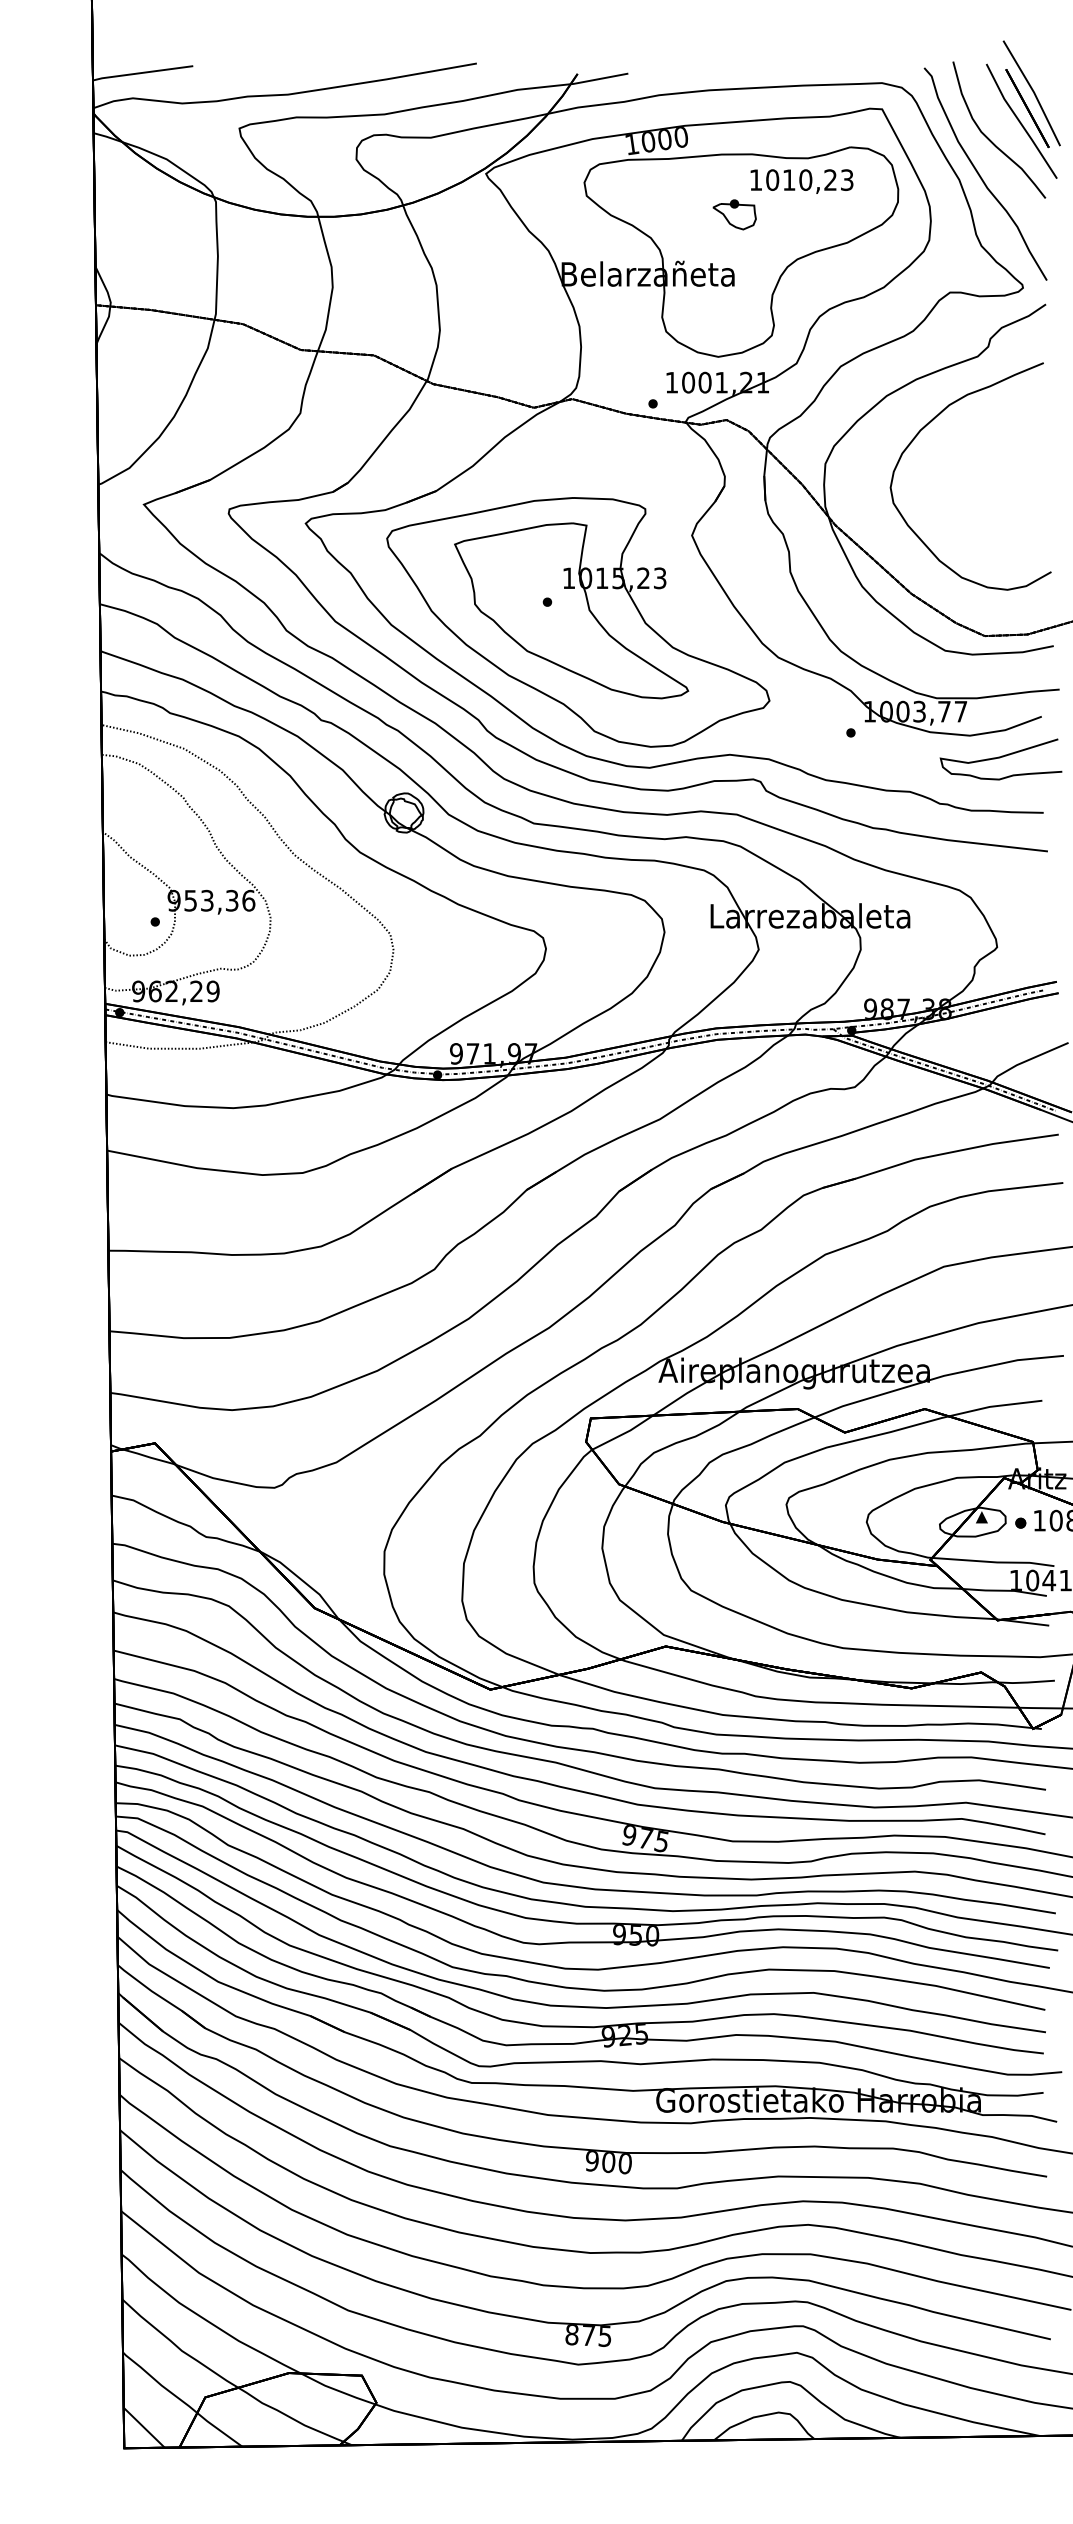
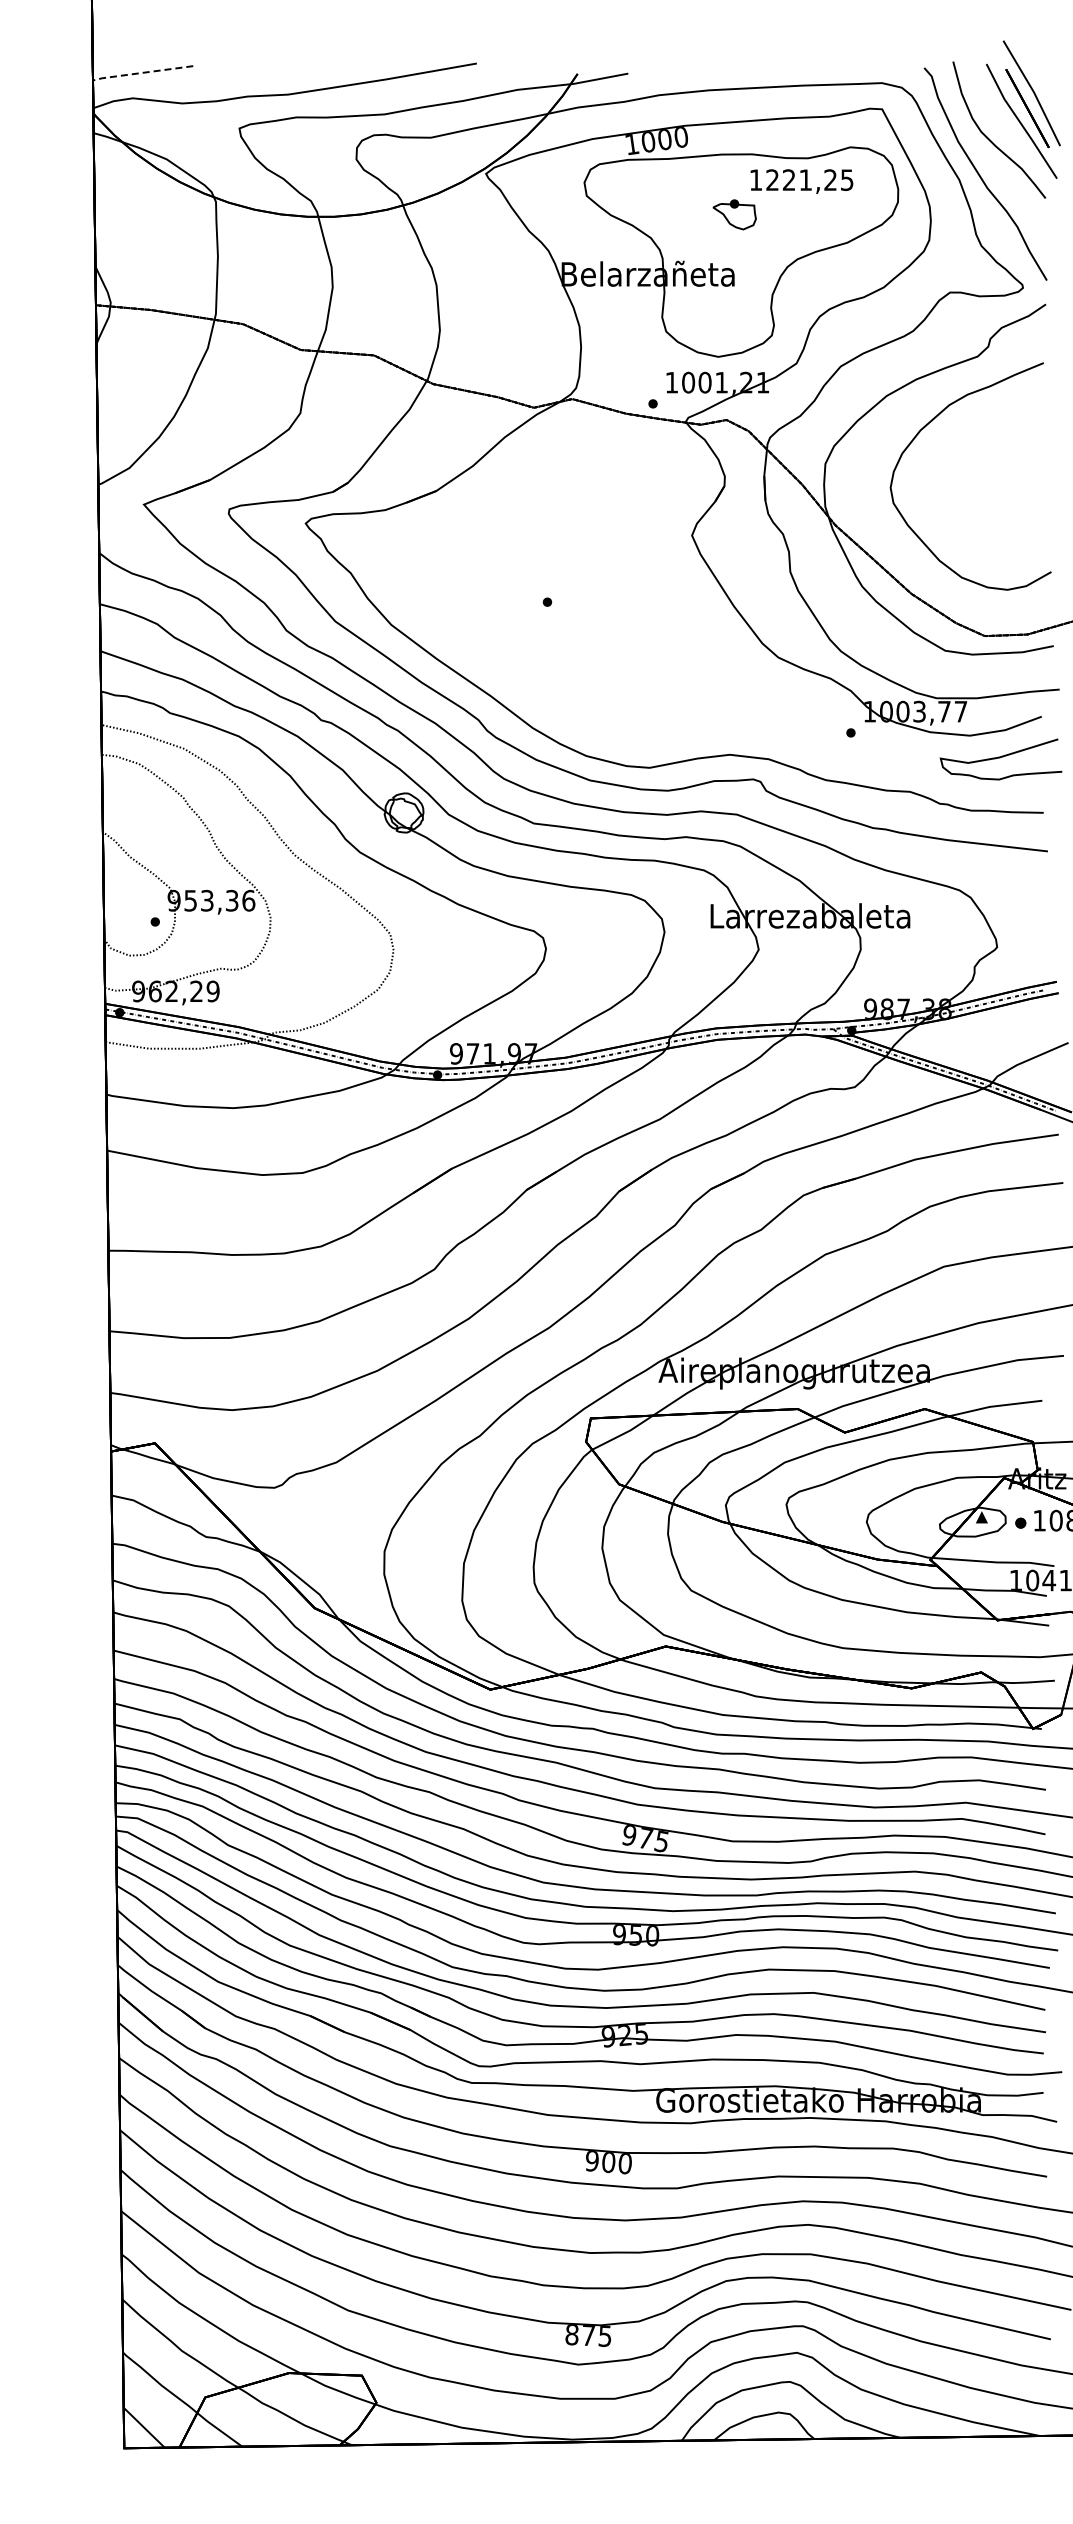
line at (142, 72): solid -> dashed
text at (809, 179): 1010,23 -> 1221,25
part at (578, 622): present -> none
